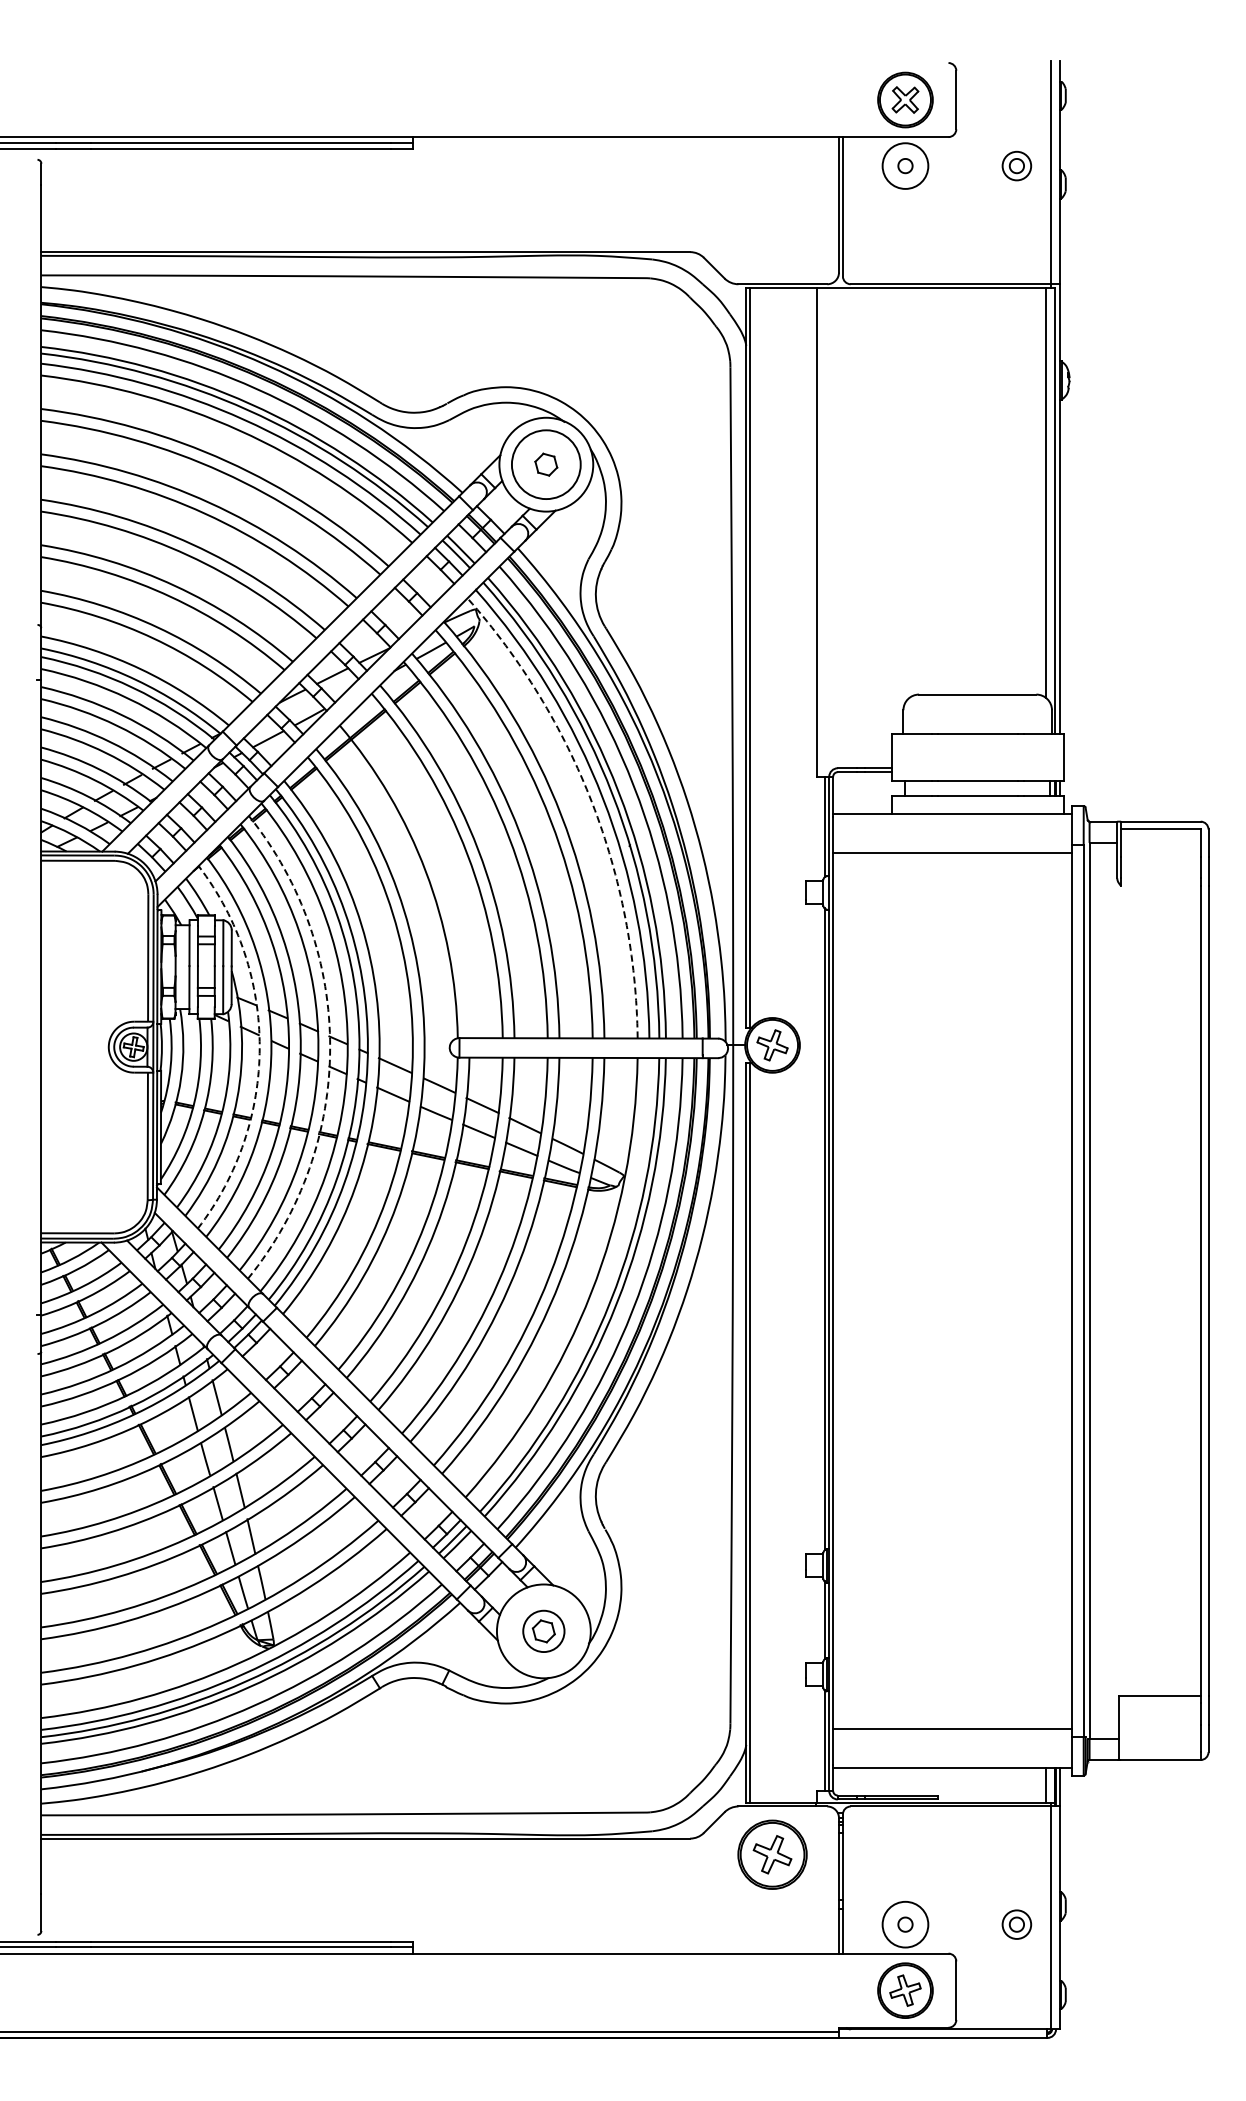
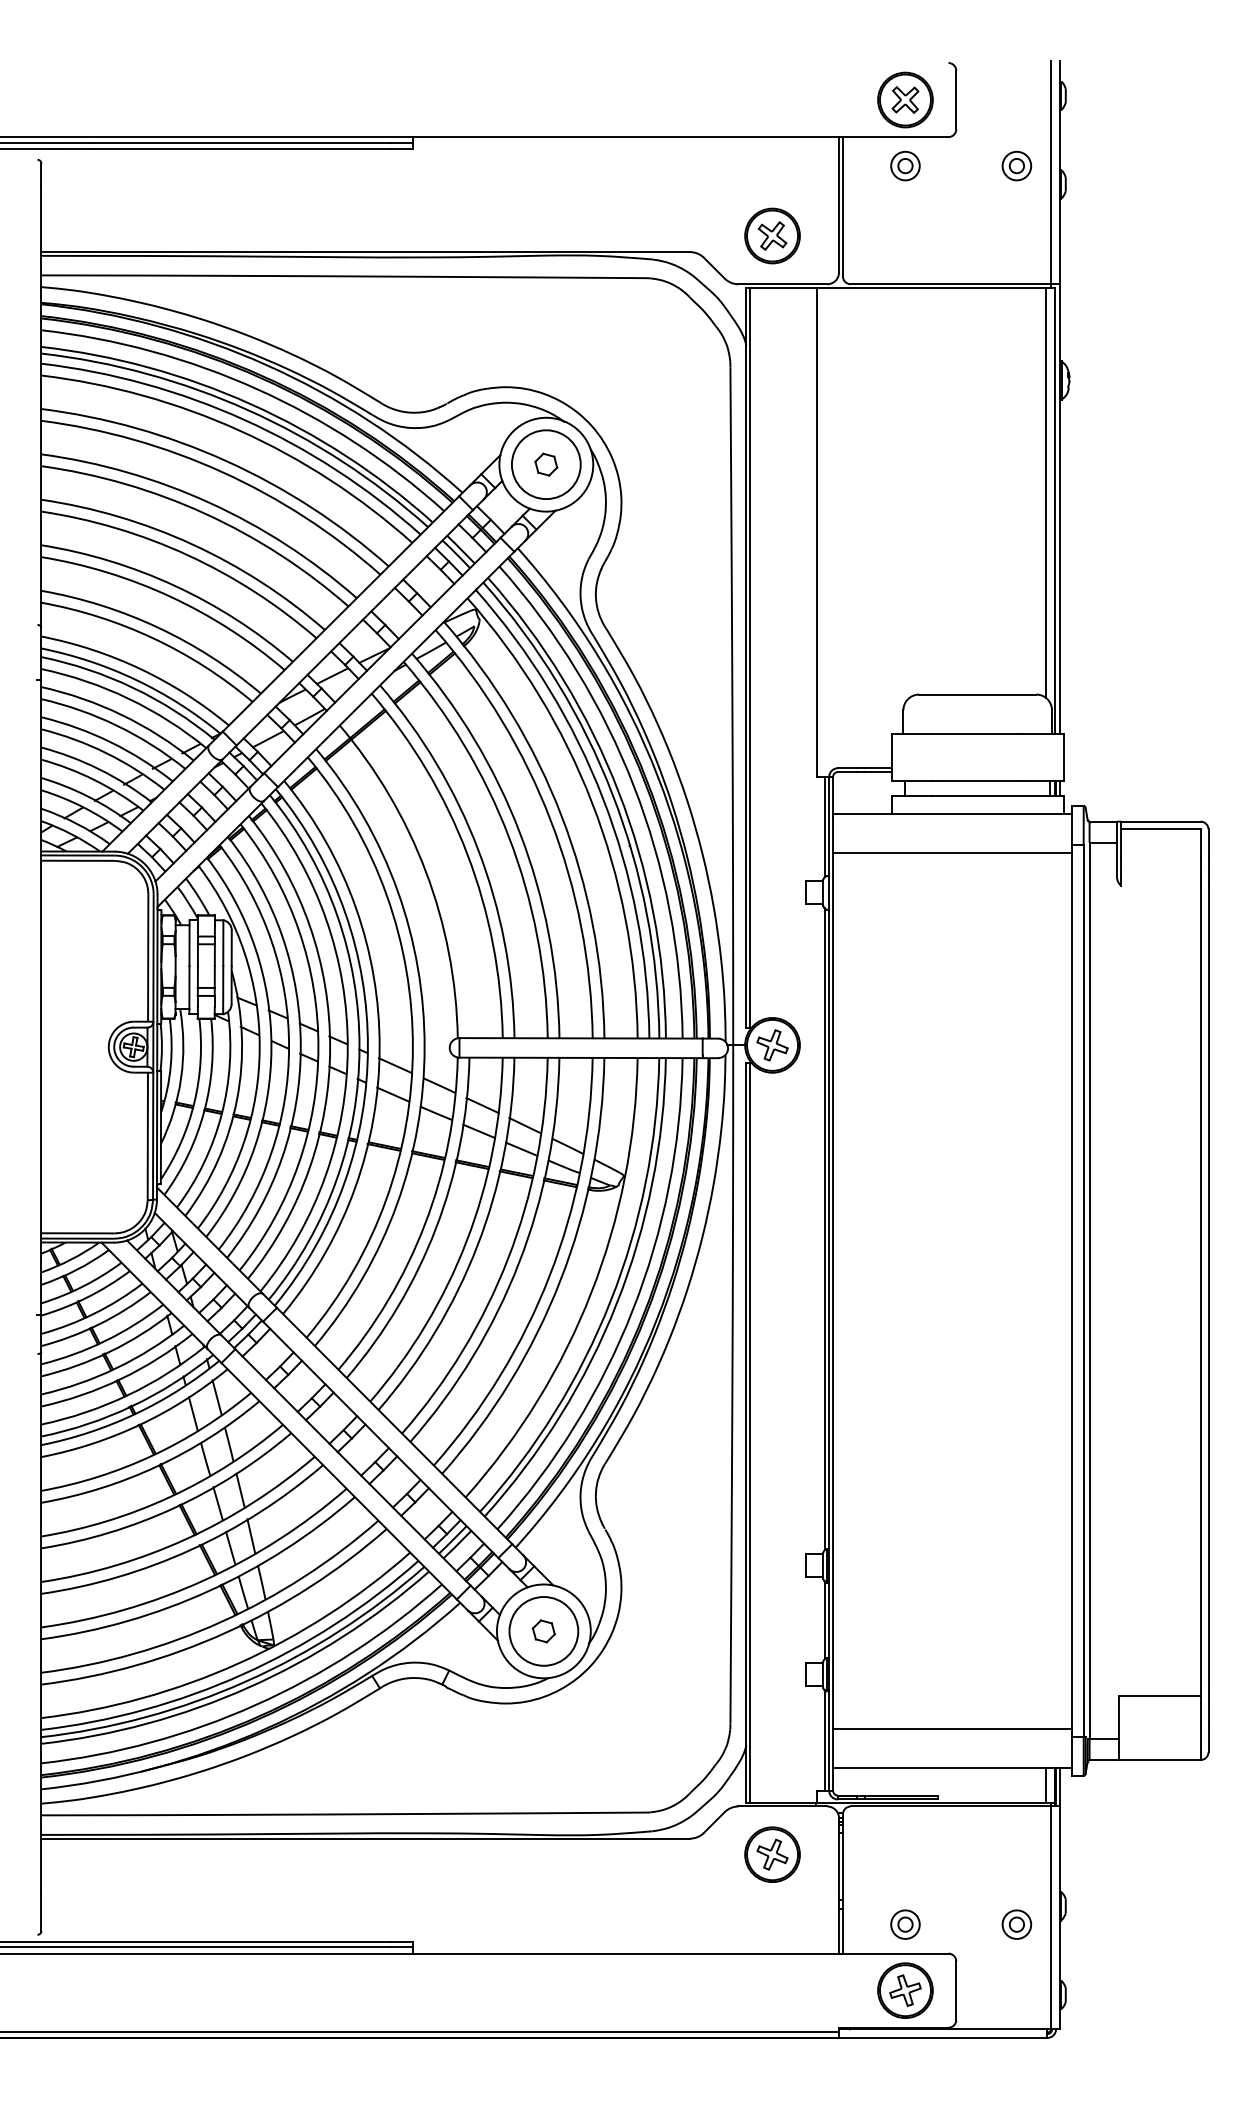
circle at (905, 165) diameter: 46 px -> 29 px
part at (772, 235): none -> present
arc at (592, 803): dashed -> solid
arc at (259, 1047): dashed -> solid
arc at (330, 1047): dashed -> solid
circle at (543, 1631) diameter: 41 px -> 69 px
part at (772, 1854) size: 71x71 px -> 57x57 px
circle at (905, 1924) diameter: 46 px -> 29 px
